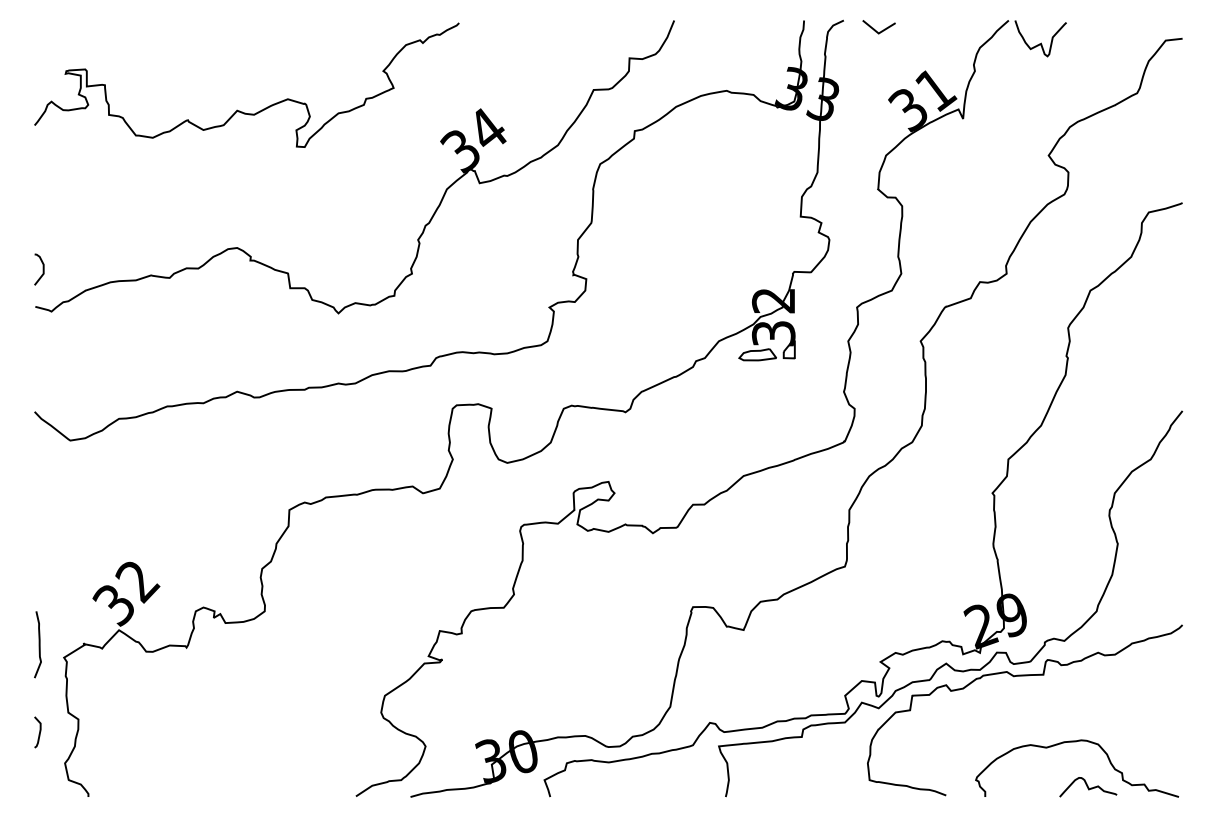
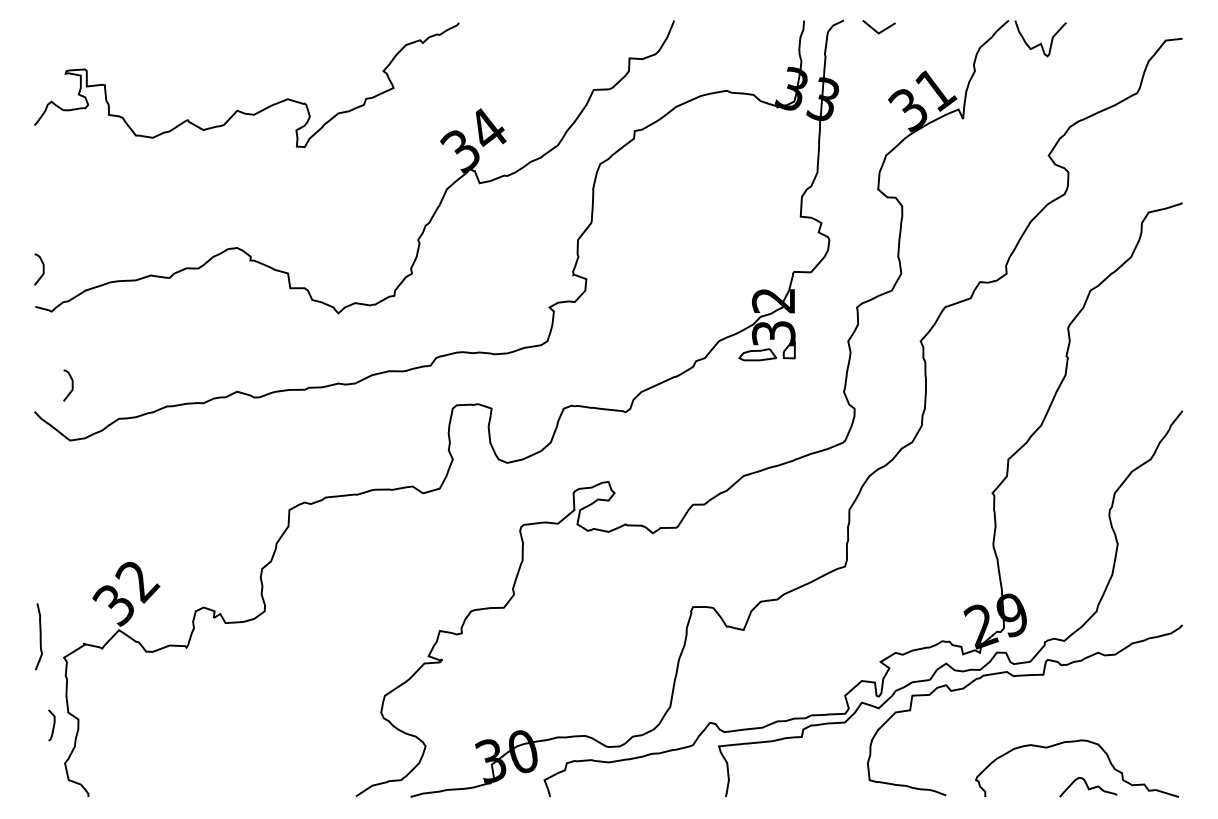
curve at (71, 385): none -> present
curve at (38, 644) position: (38, 644) -> (39, 636)
curve at (39, 732) position: (39, 732) -> (53, 725)
